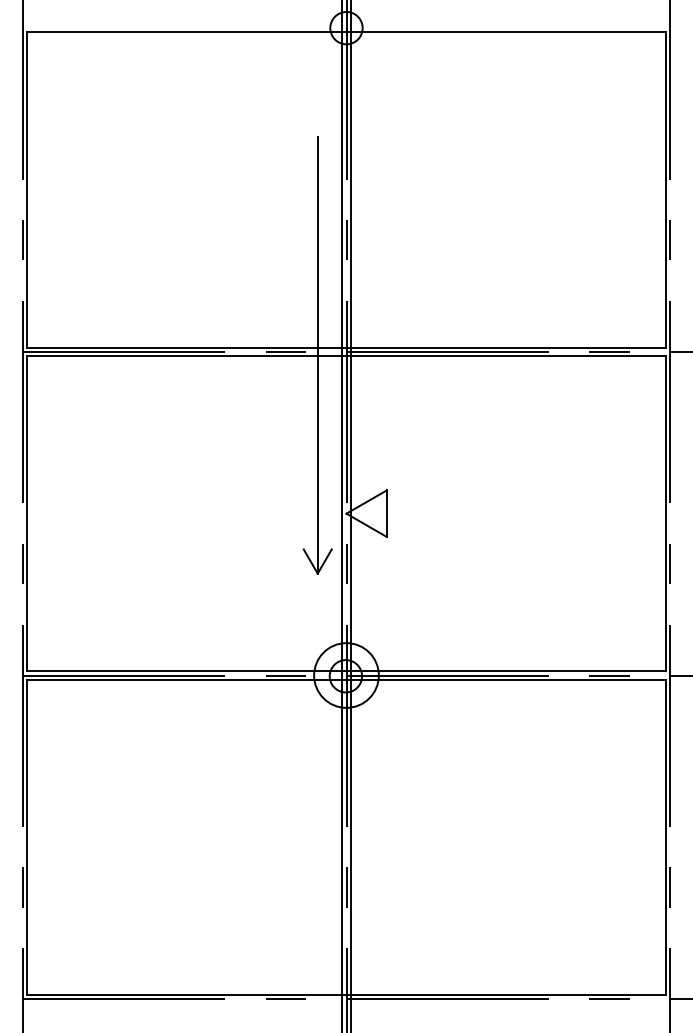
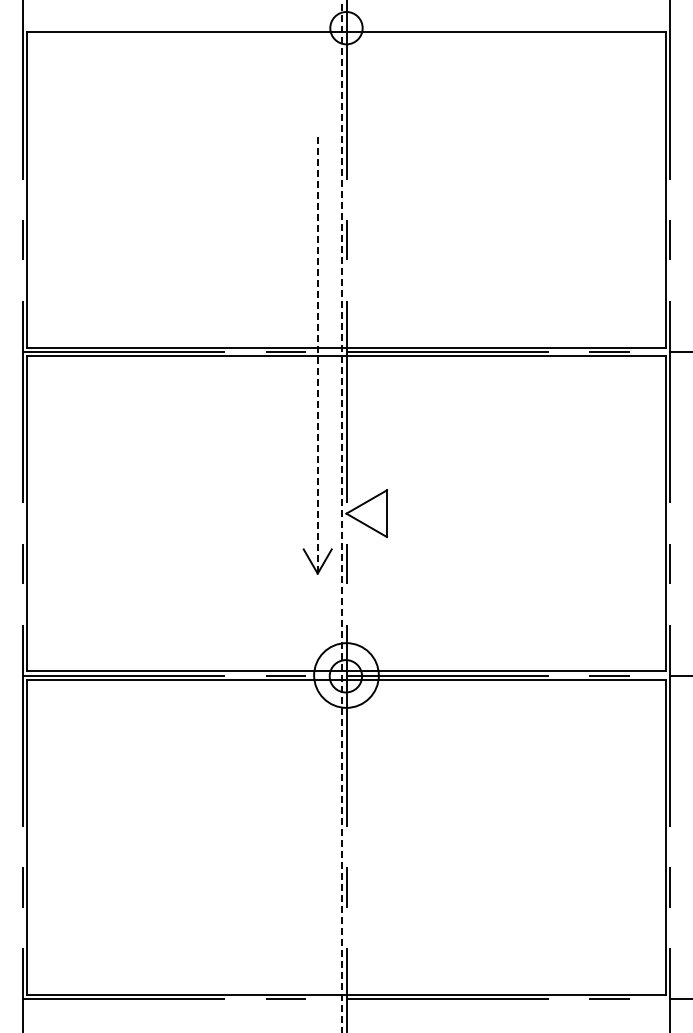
line at (317, 355): solid -> dashed
line at (350, 515): present -> none
line at (342, 516): solid -> dashed
